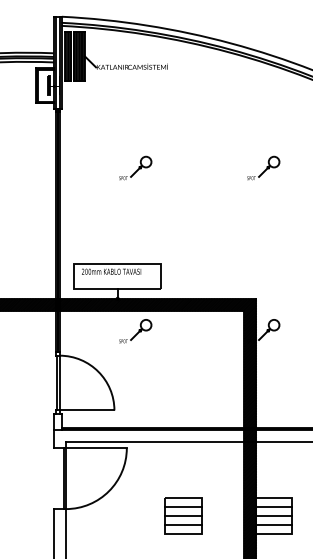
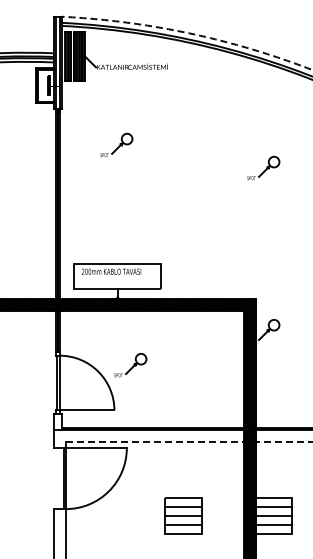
arc at (189, 33): solid -> dashed
part at (135, 167) position: (135, 167) -> (116, 144)
part at (135, 331) position: (135, 331) -> (130, 365)
line at (189, 442): solid -> dashed
